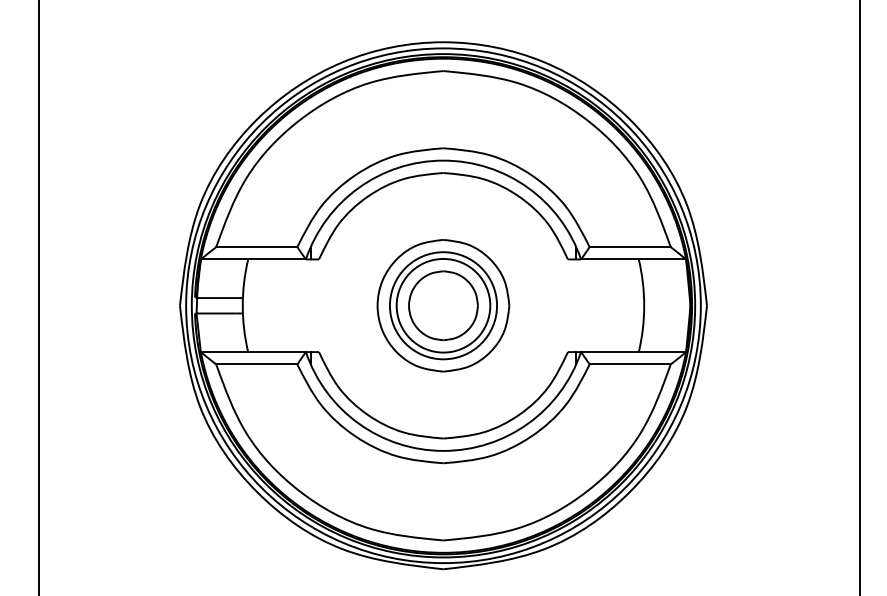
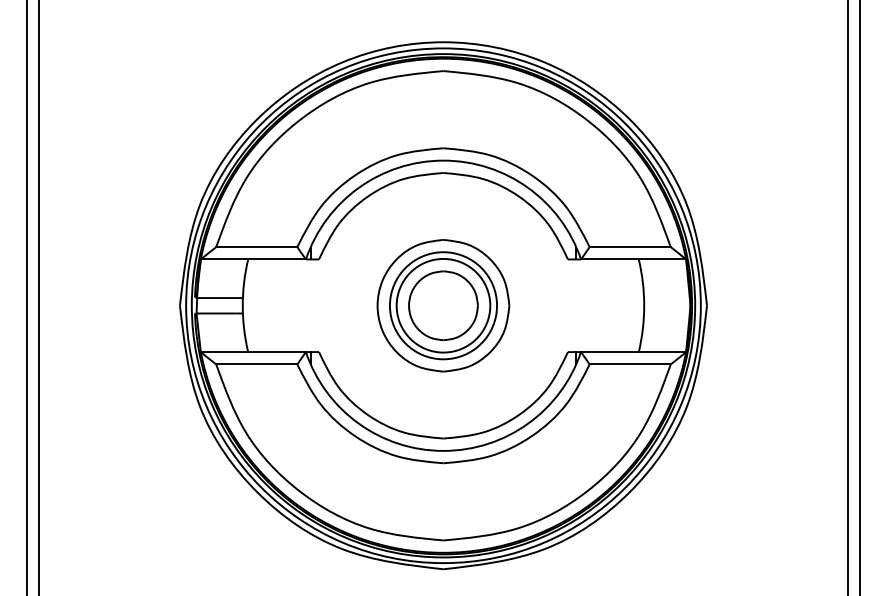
line at (26, 297): none -> present
line at (848, 297): none -> present
